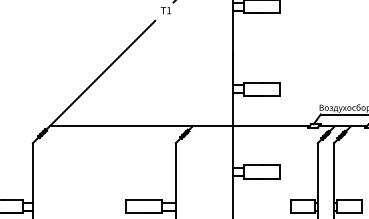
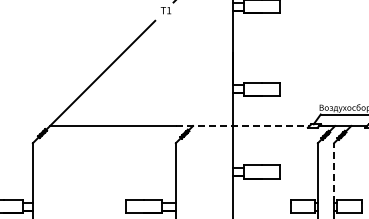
line at (242, 126): solid -> dashed
line at (334, 172): solid -> dashed
